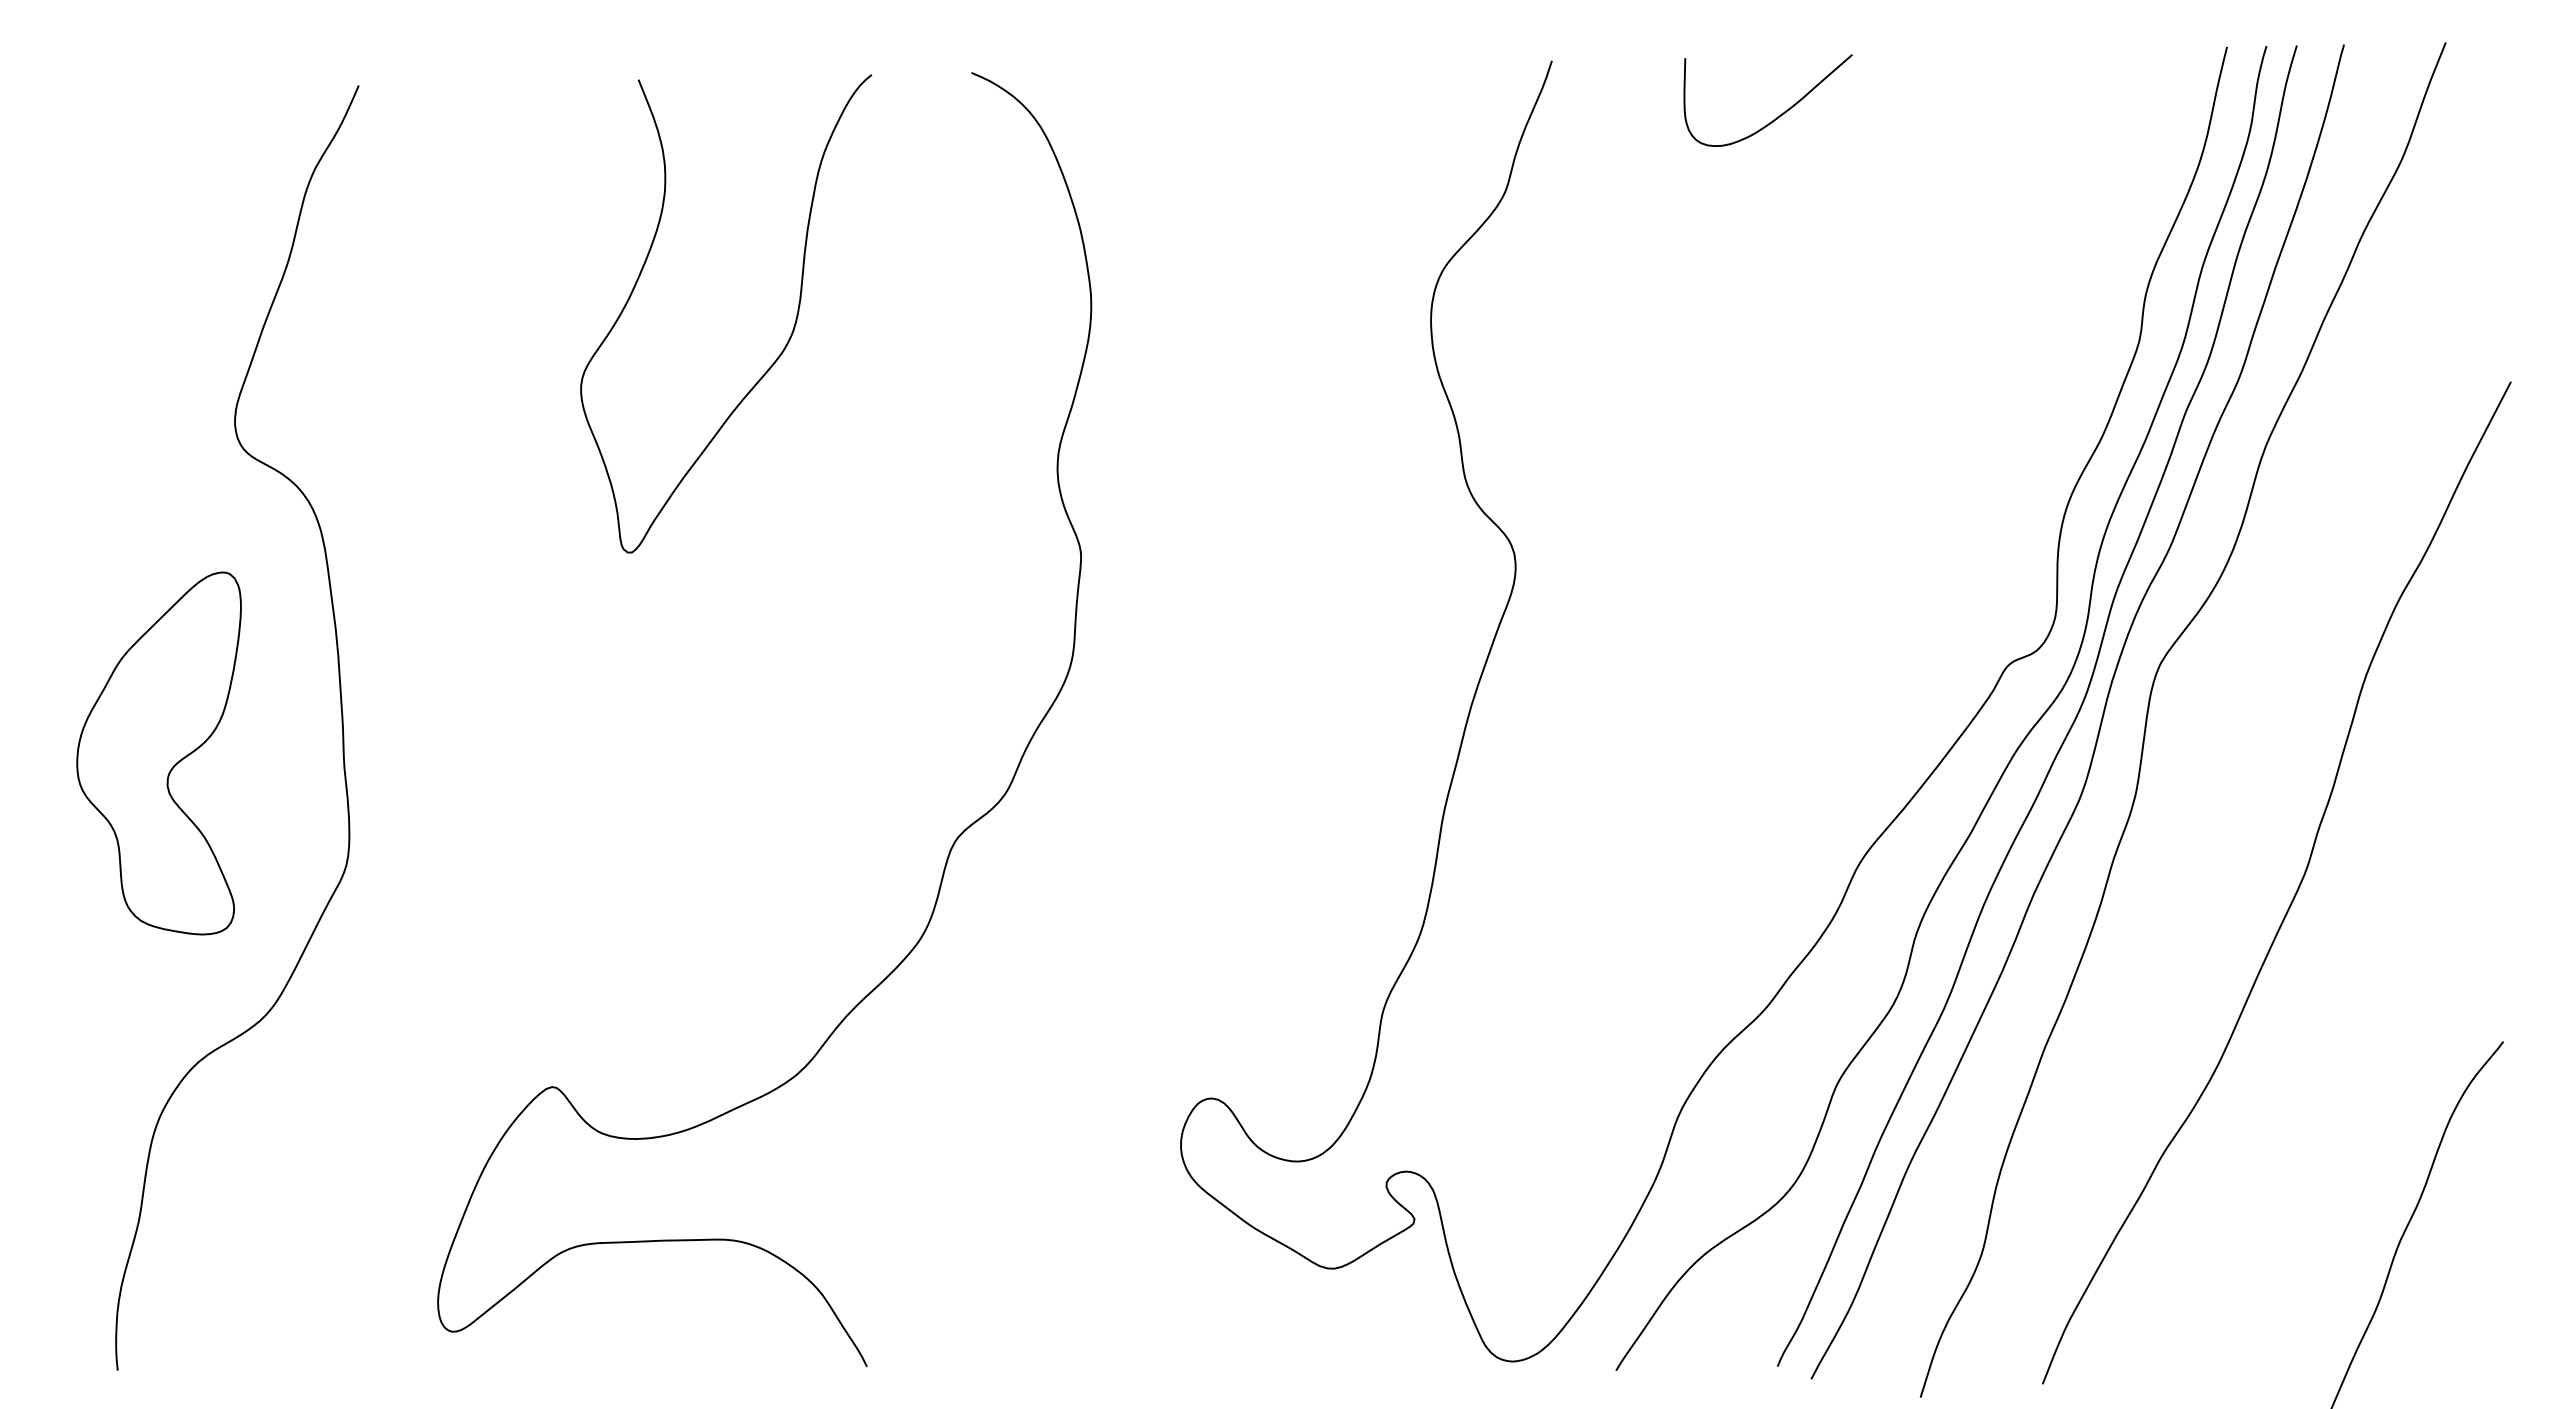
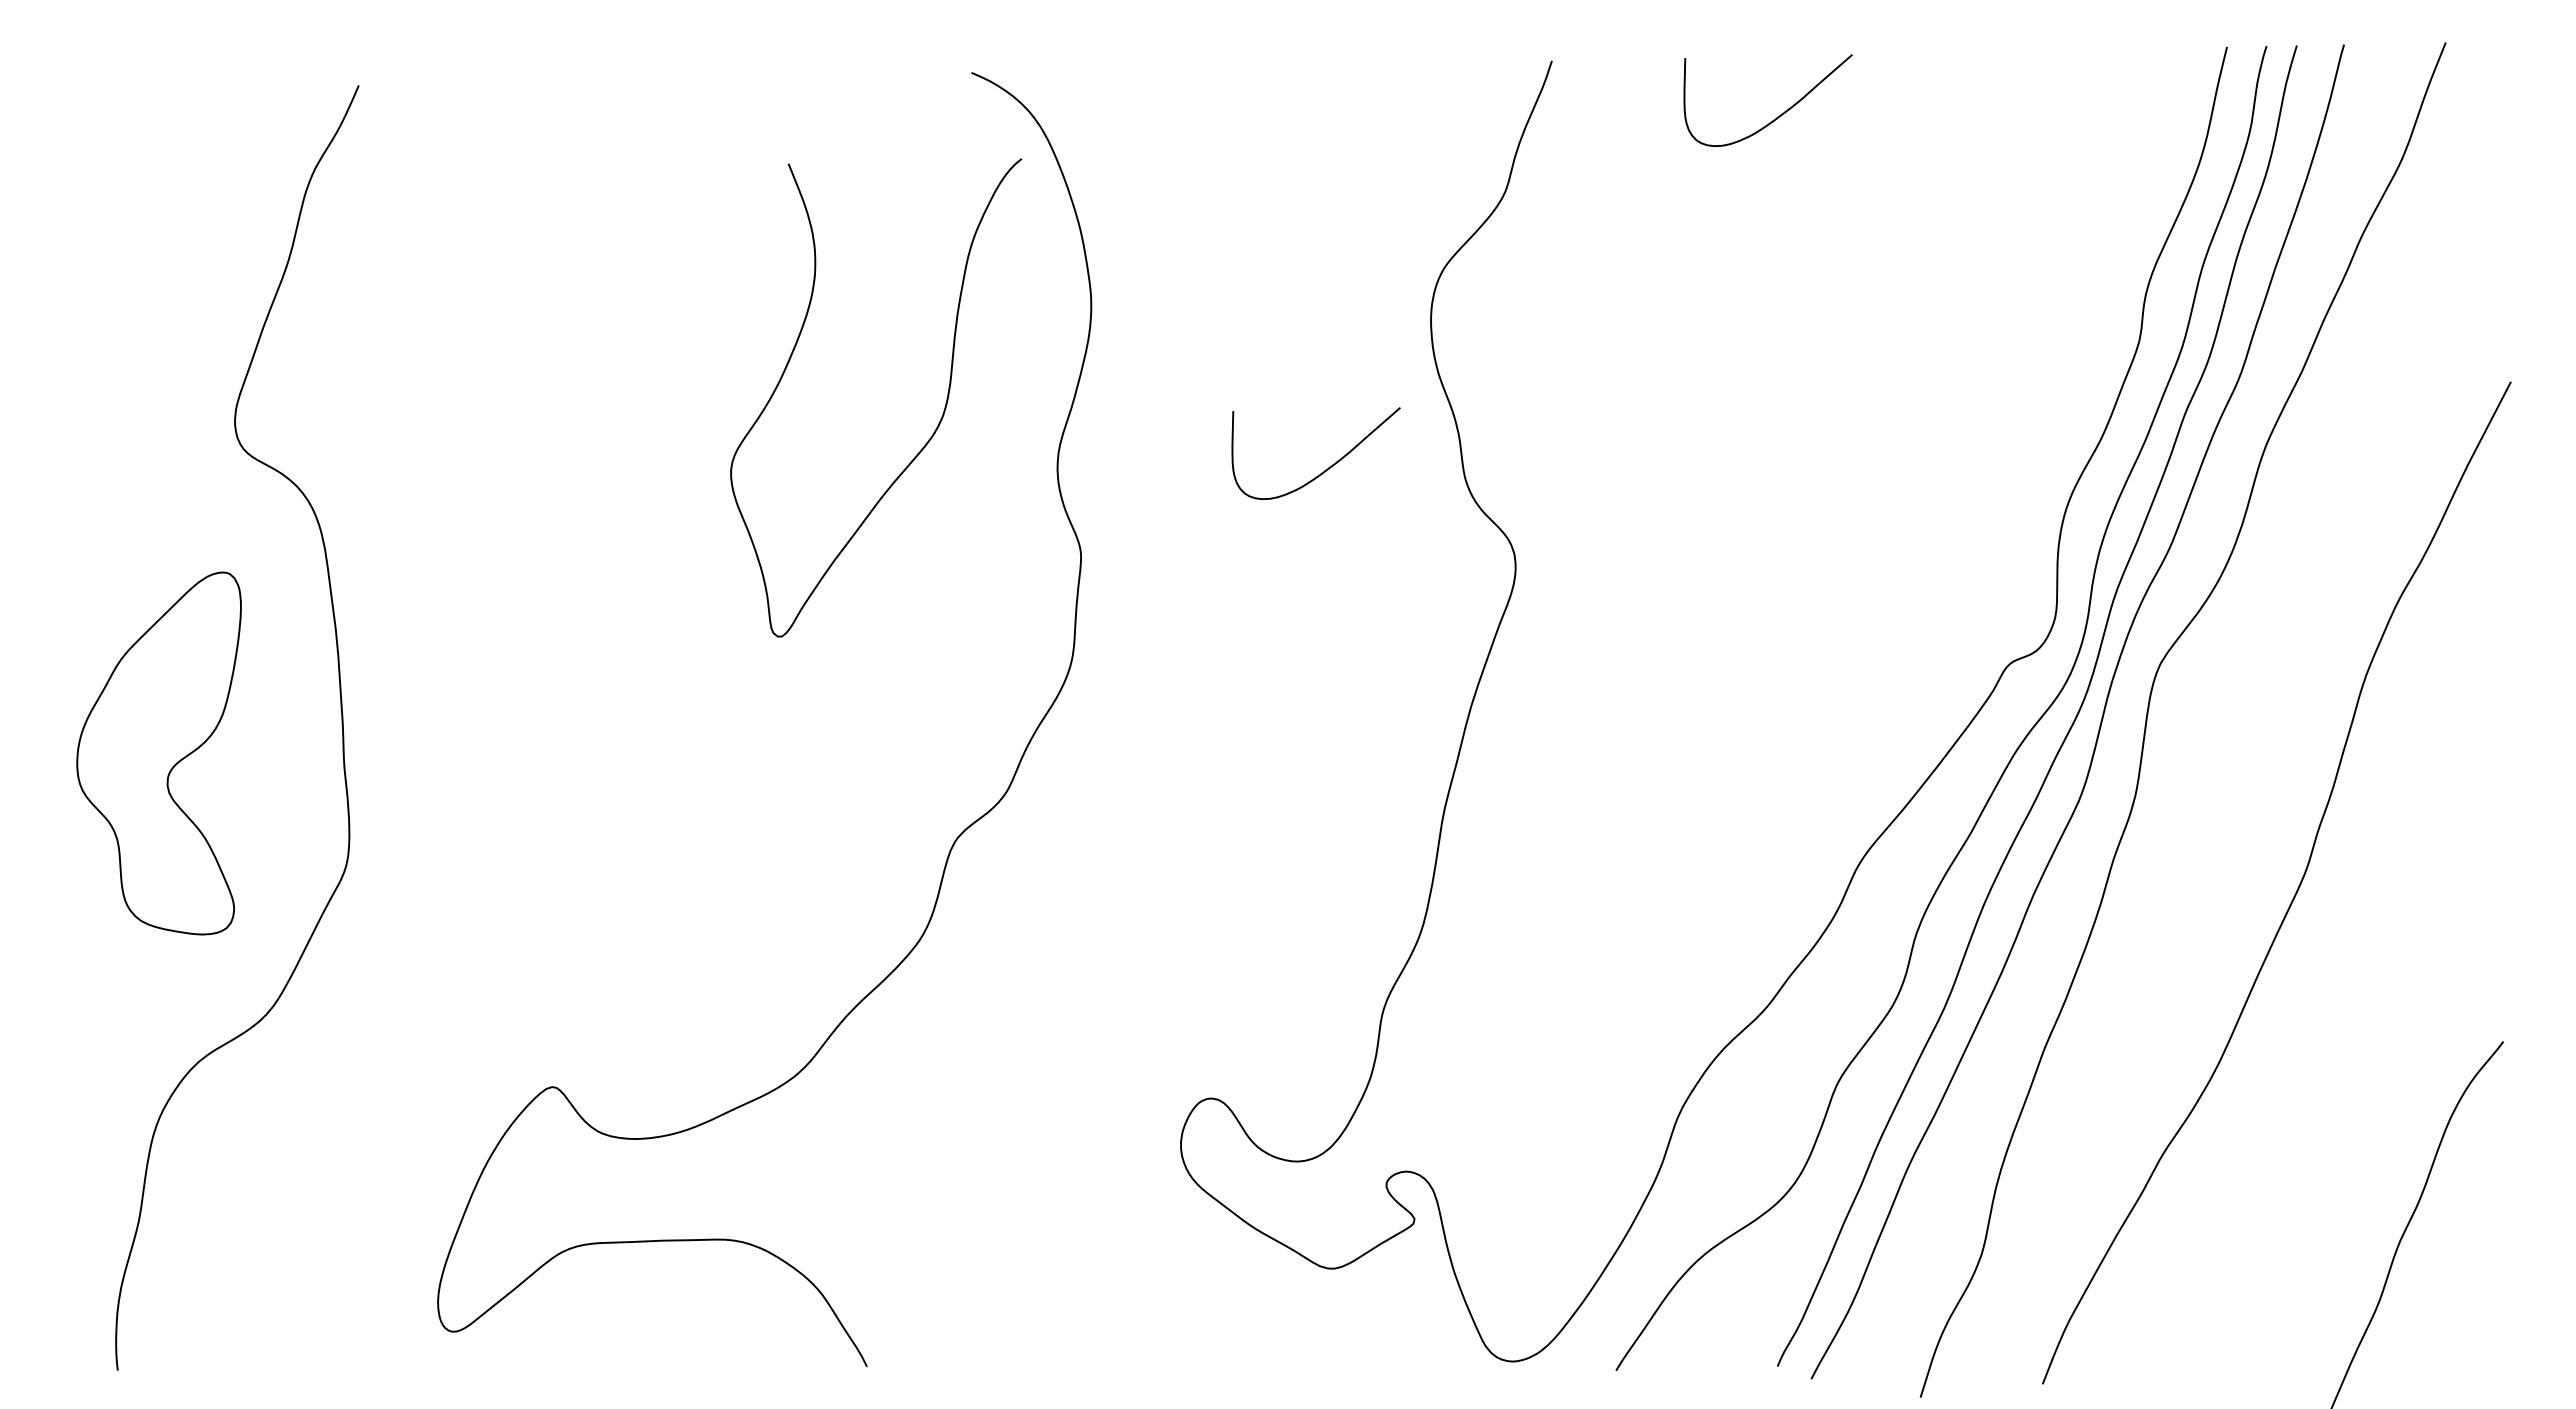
curve at (784, 346) position: (784, 346) -> (934, 430)
part at (1325, 469): none -> present
